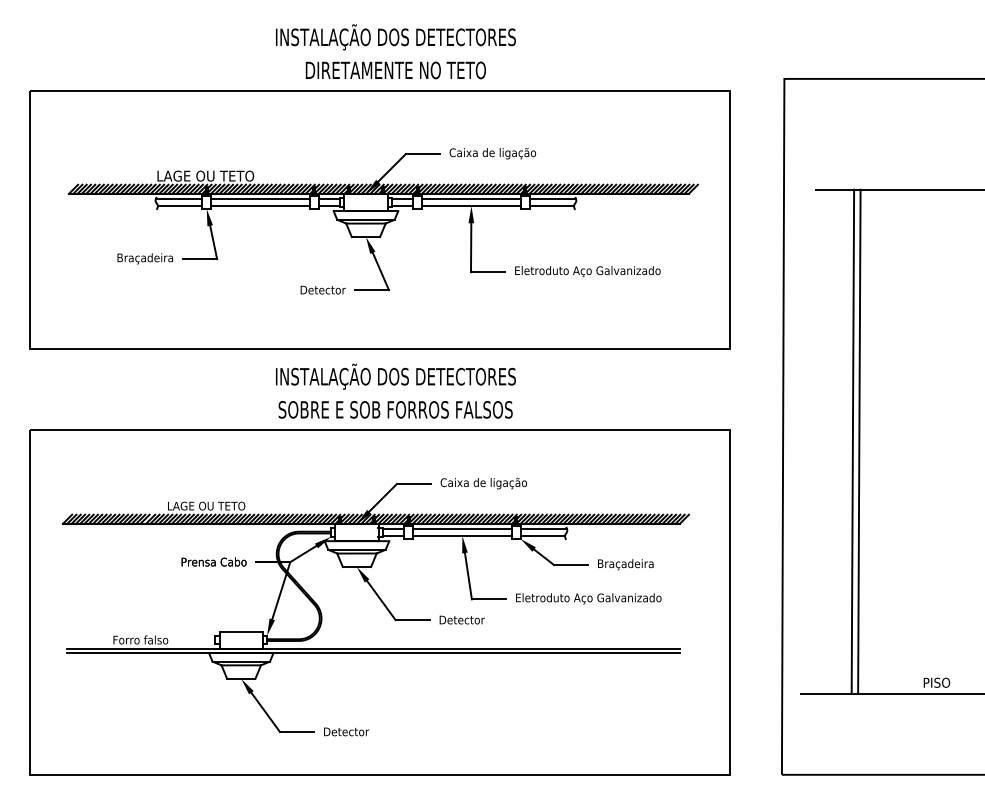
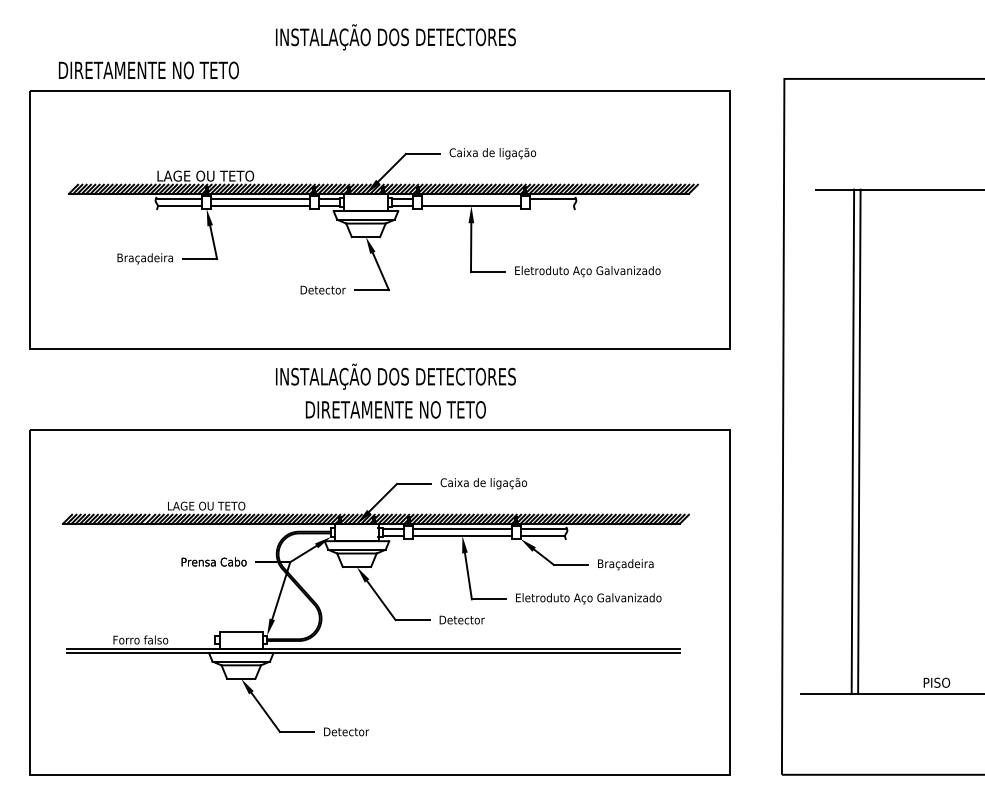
text at (395, 70) position: (395, 70) -> (148, 70)
line at (470, 199): present -> none
line at (551, 206): present -> none
text at (395, 409): SOBRE E SOB FORROS FALSOS -> DIRETAMENTE NO TETO
